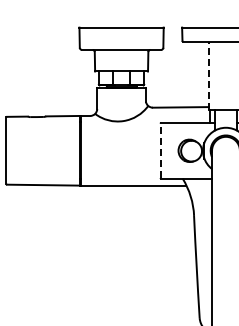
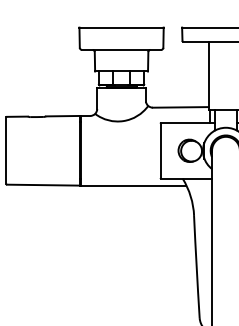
line at (208, 75): dashed -> solid
line at (160, 150): dashed -> solid
